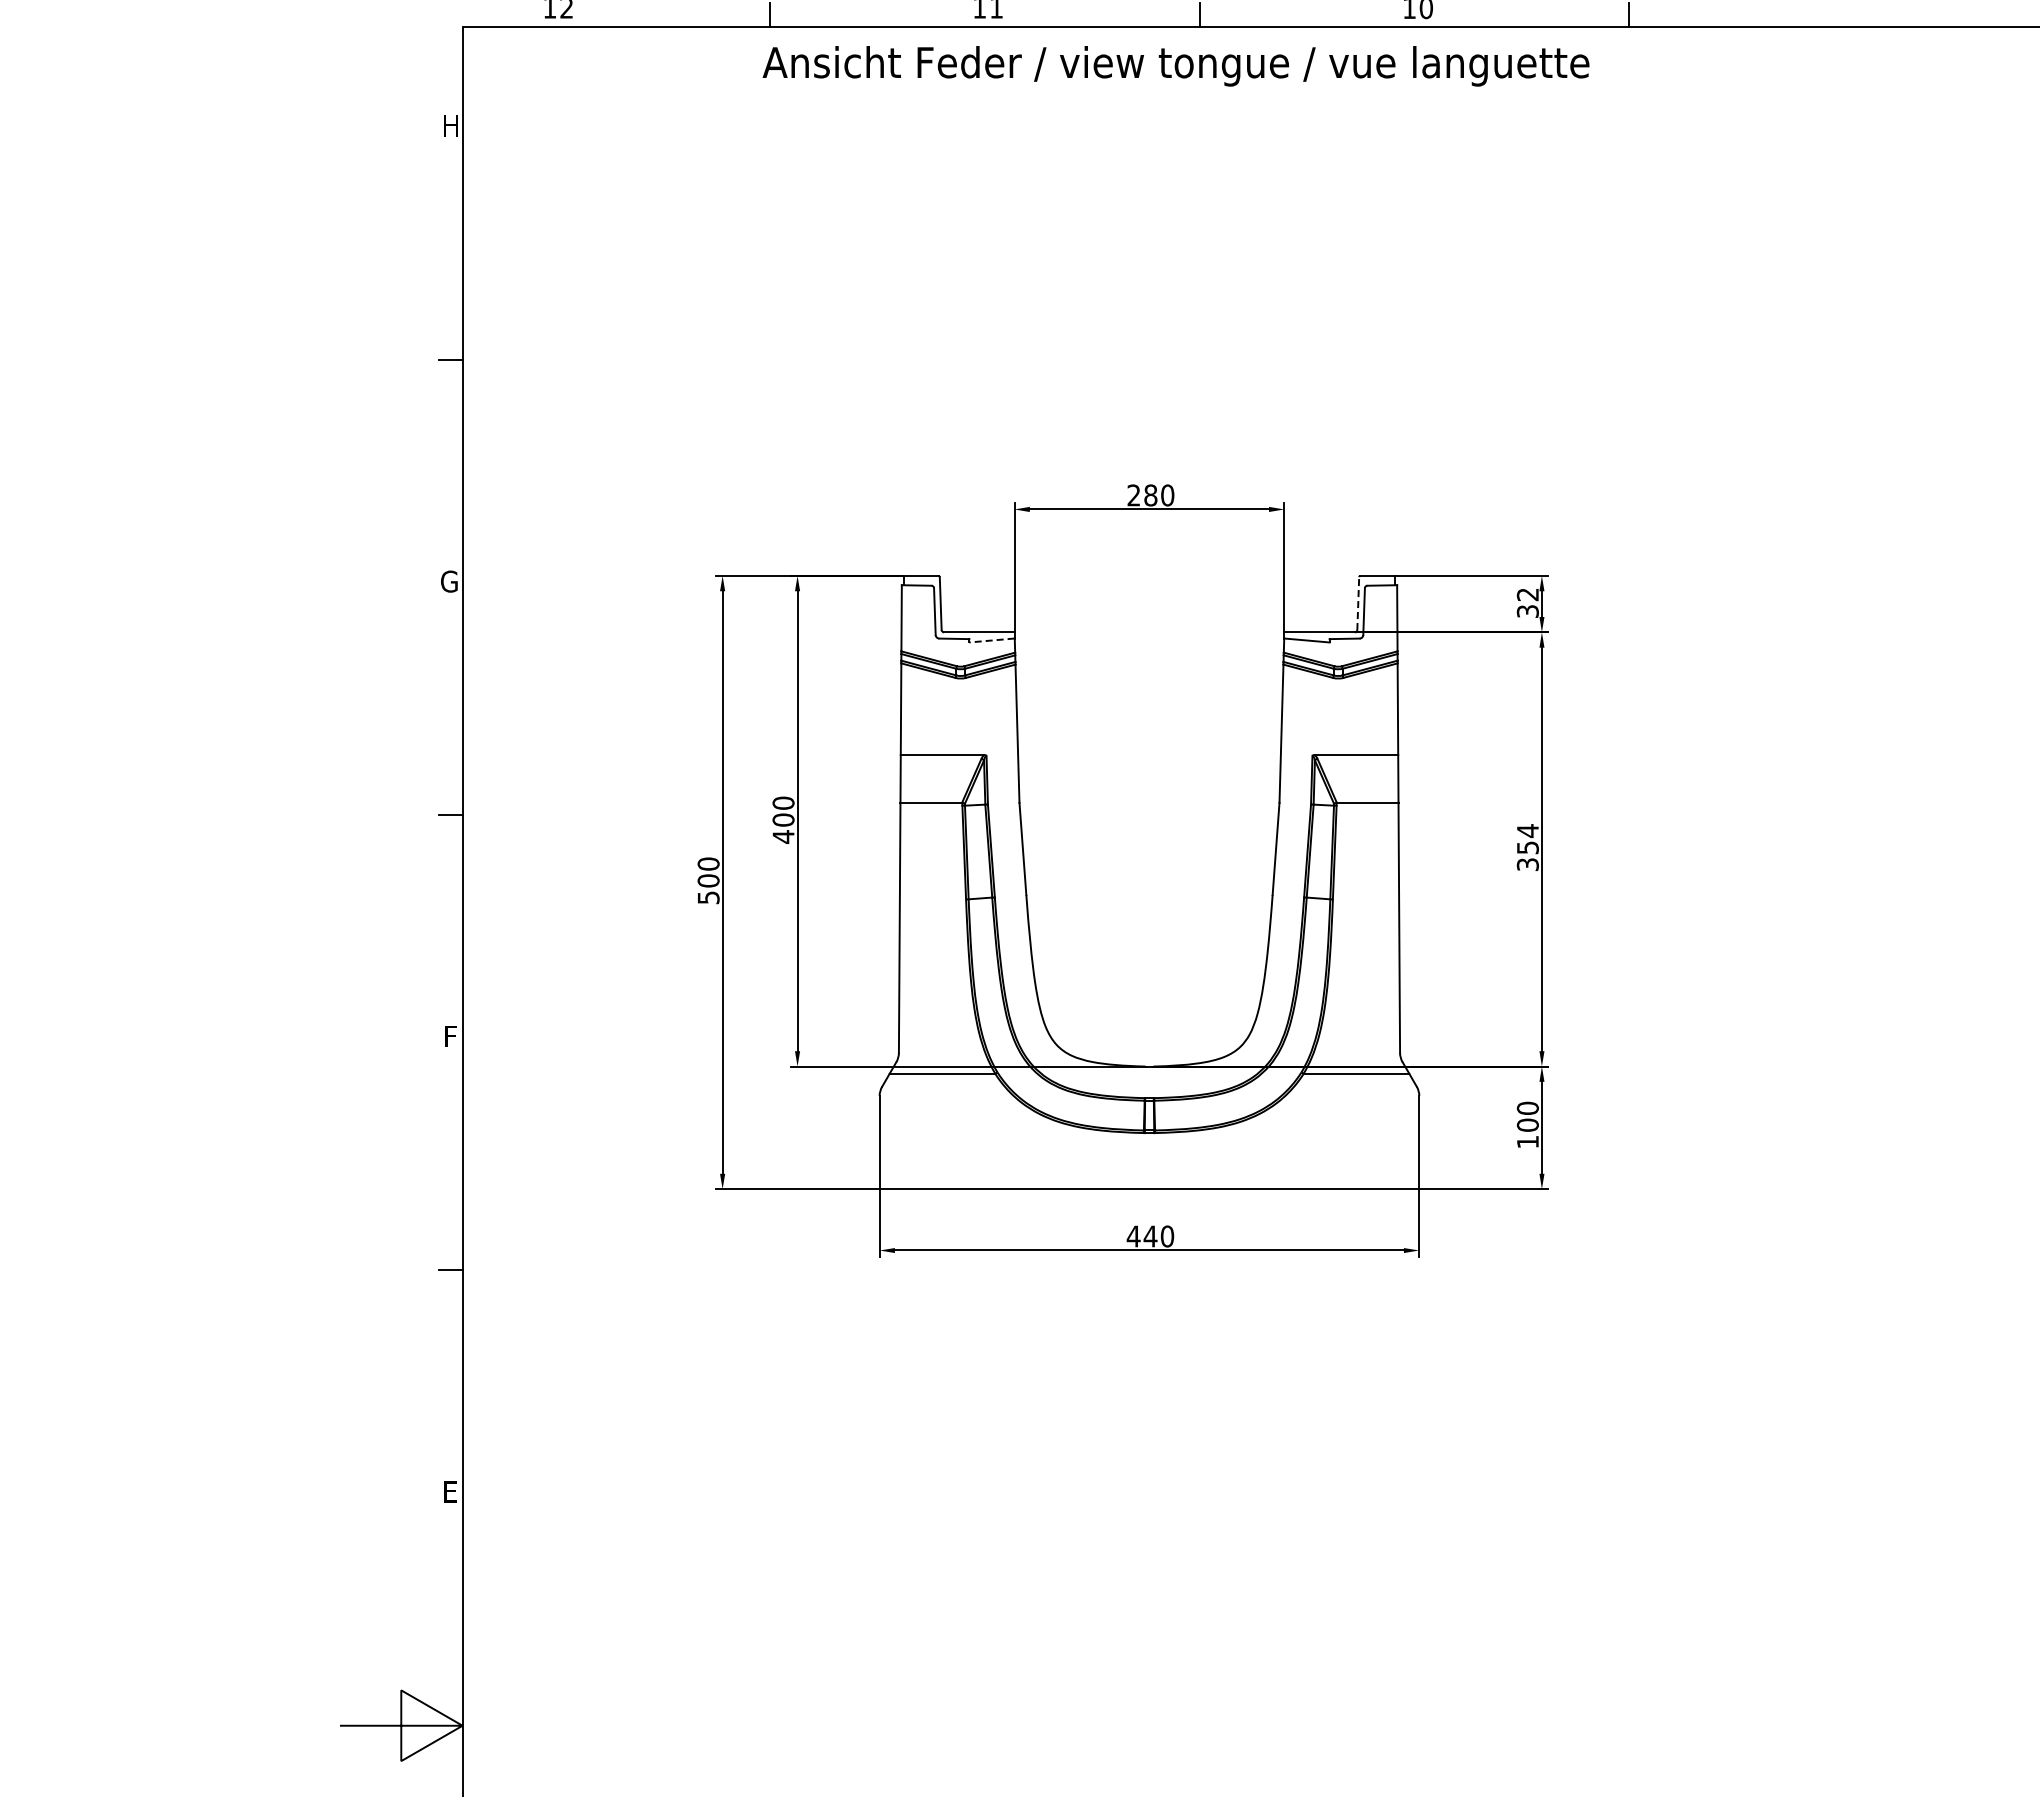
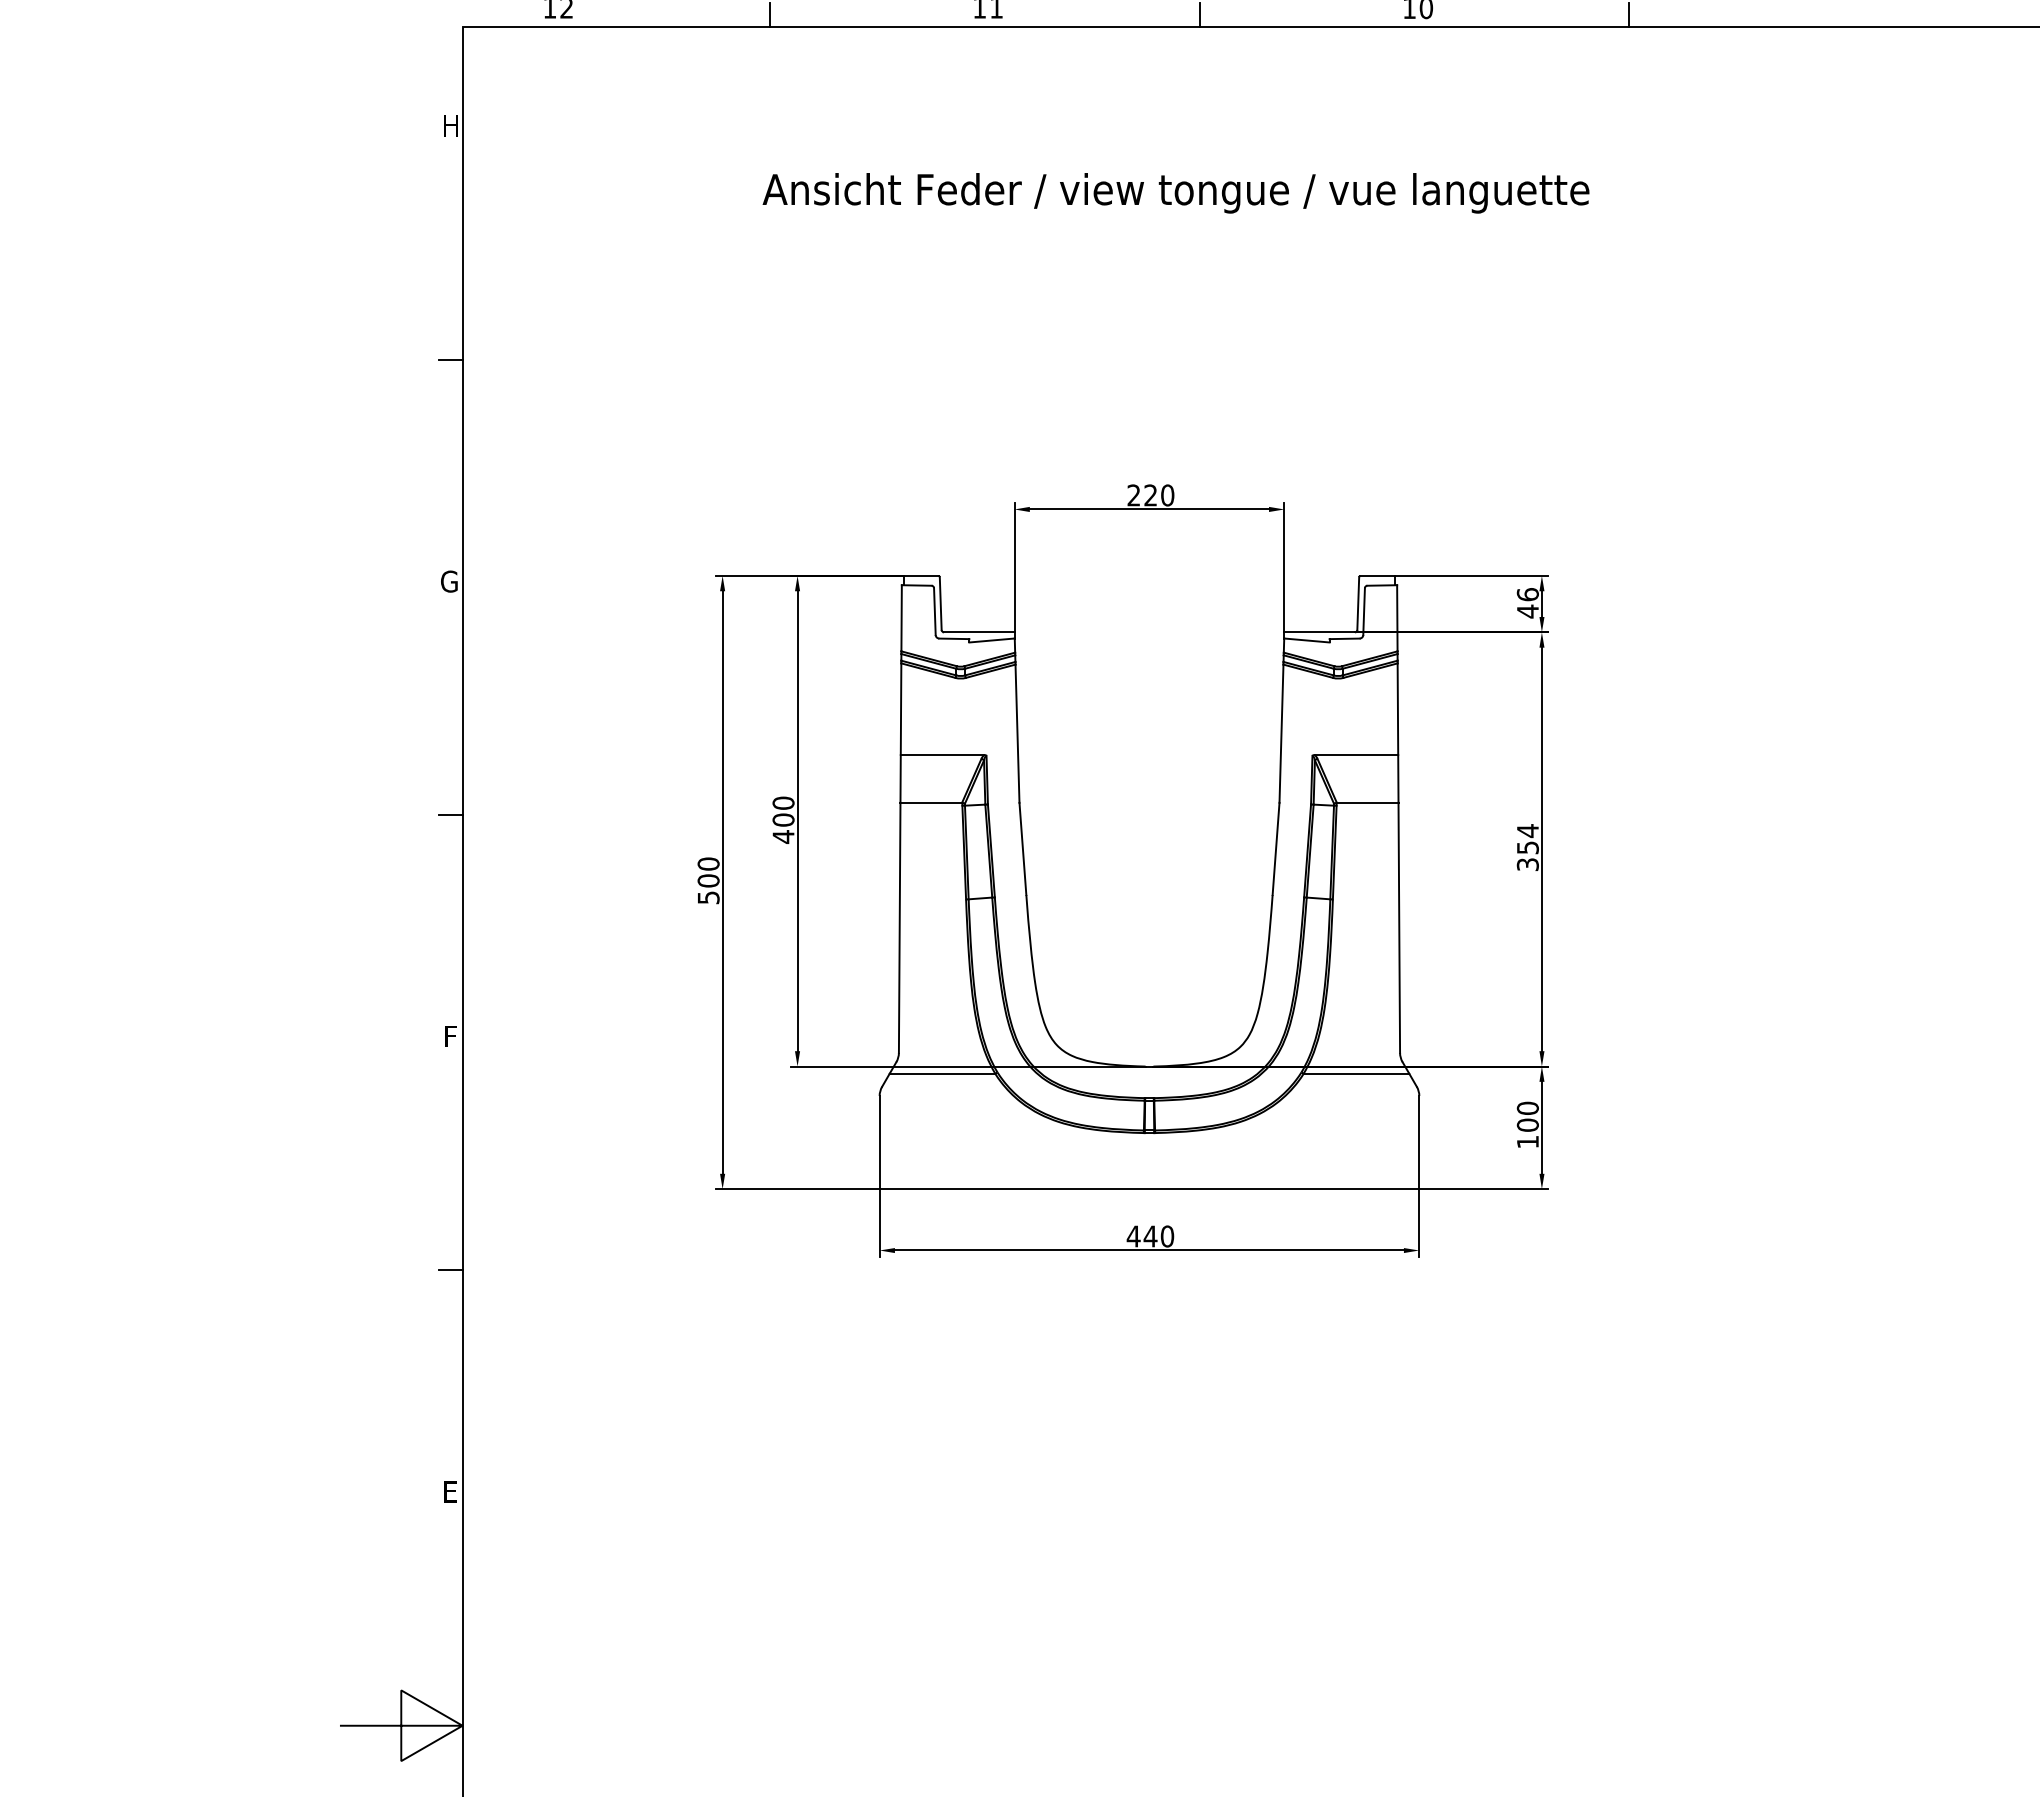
text at (1175, 66) position: (1175, 66) -> (1175, 193)
text at (1150, 495): 280 -> 220
line at (1358, 603): dashed -> solid
text at (1527, 603): 32 -> 46
line at (991, 640): dashed -> solid
